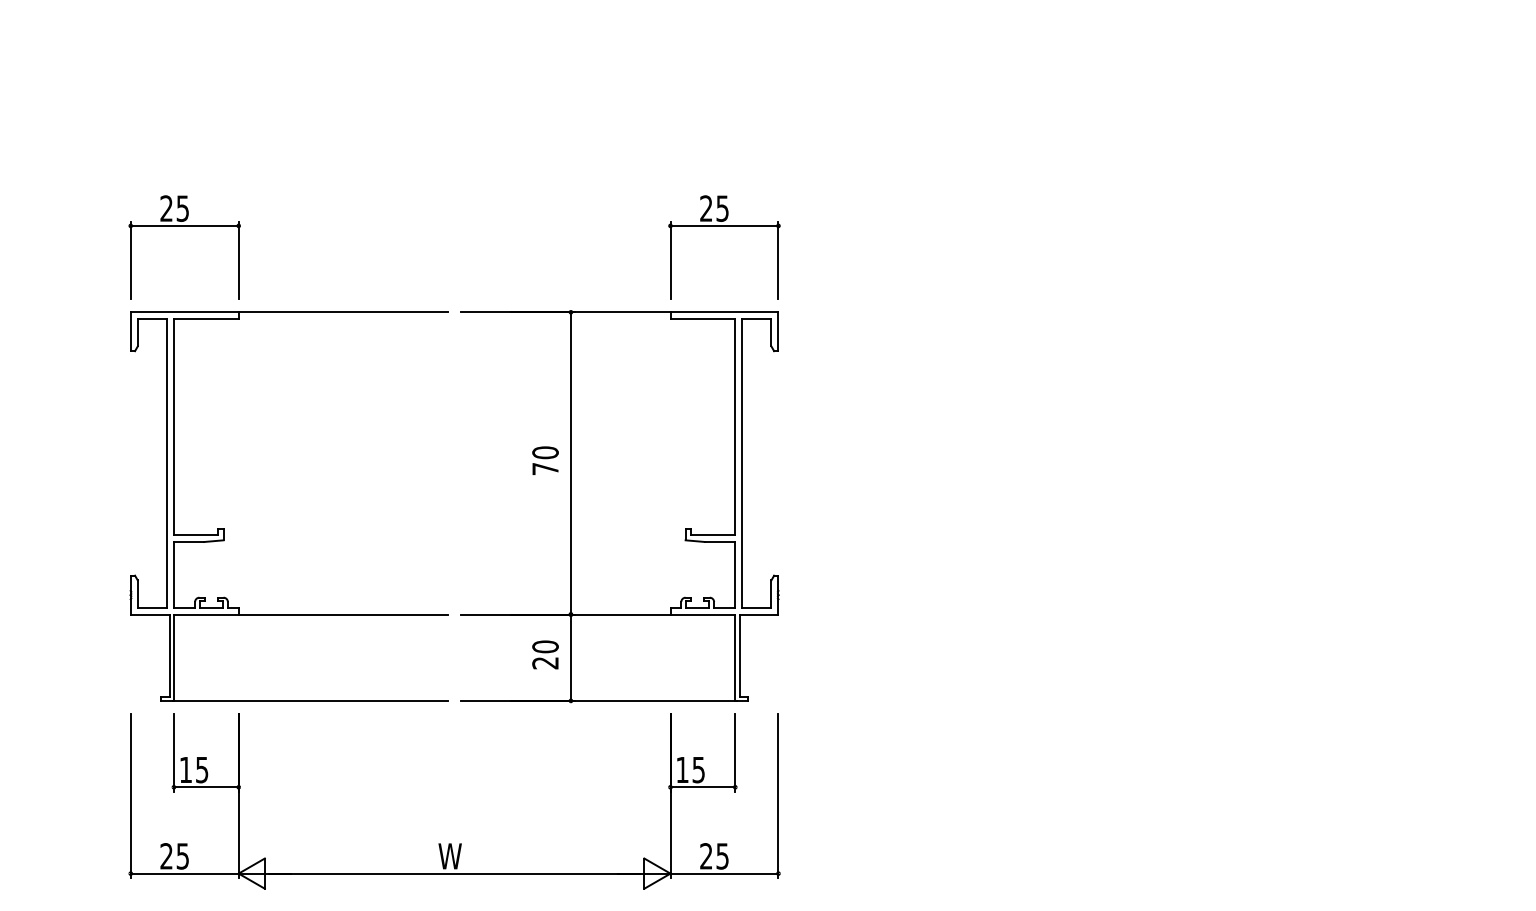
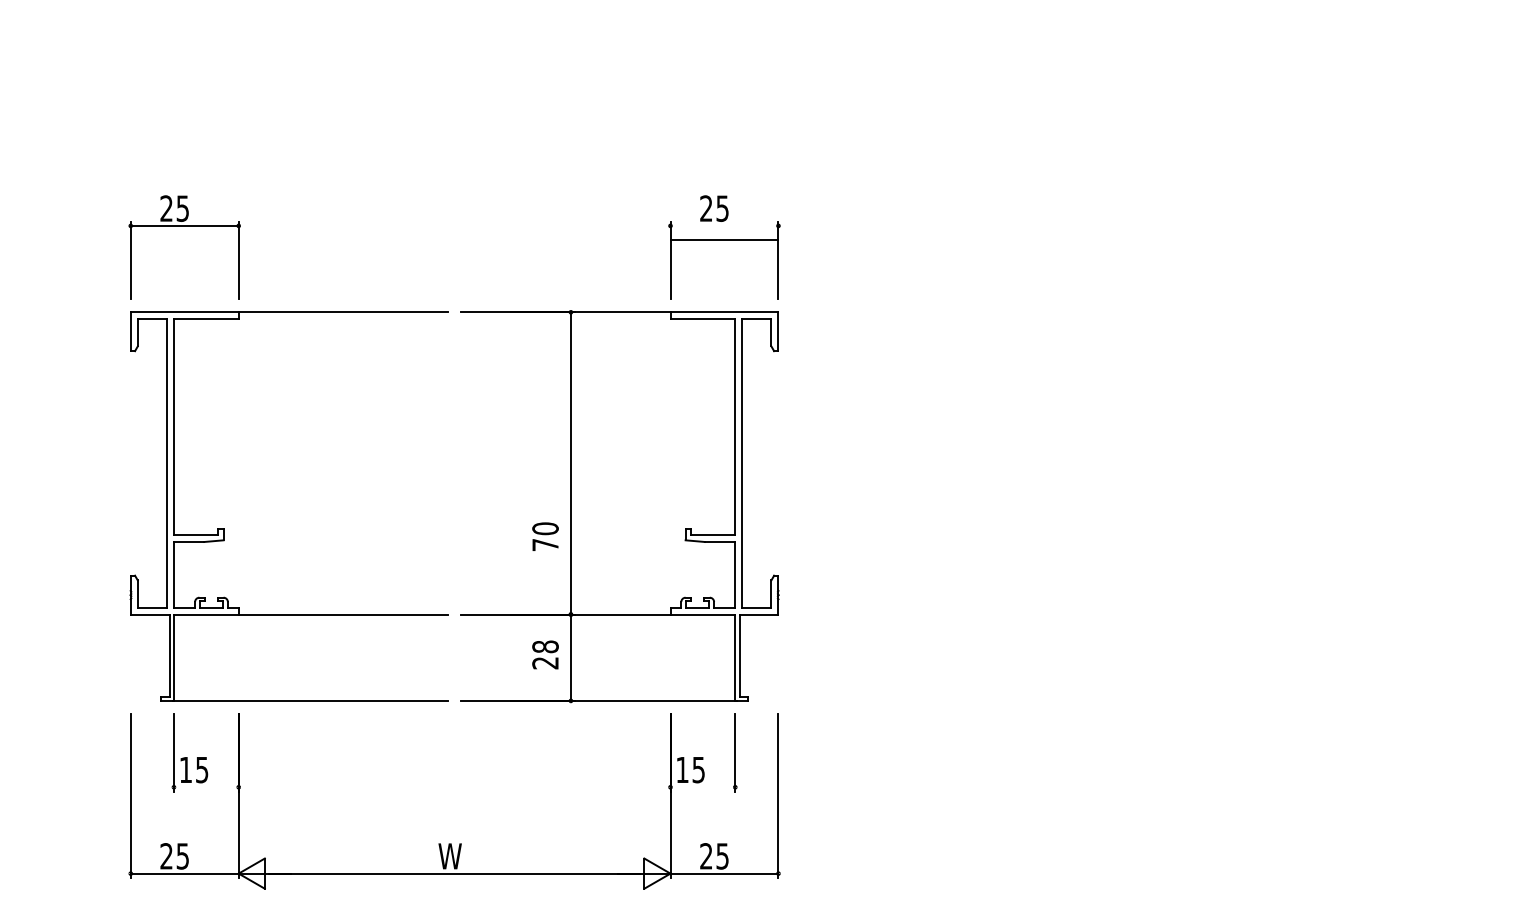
line at (724, 225) position: (724, 225) -> (724, 239)
text at (545, 460) position: (545, 460) -> (545, 536)
text at (545, 646): 20 -> 28
line at (205, 787): present -> none
line at (702, 787): present -> none
